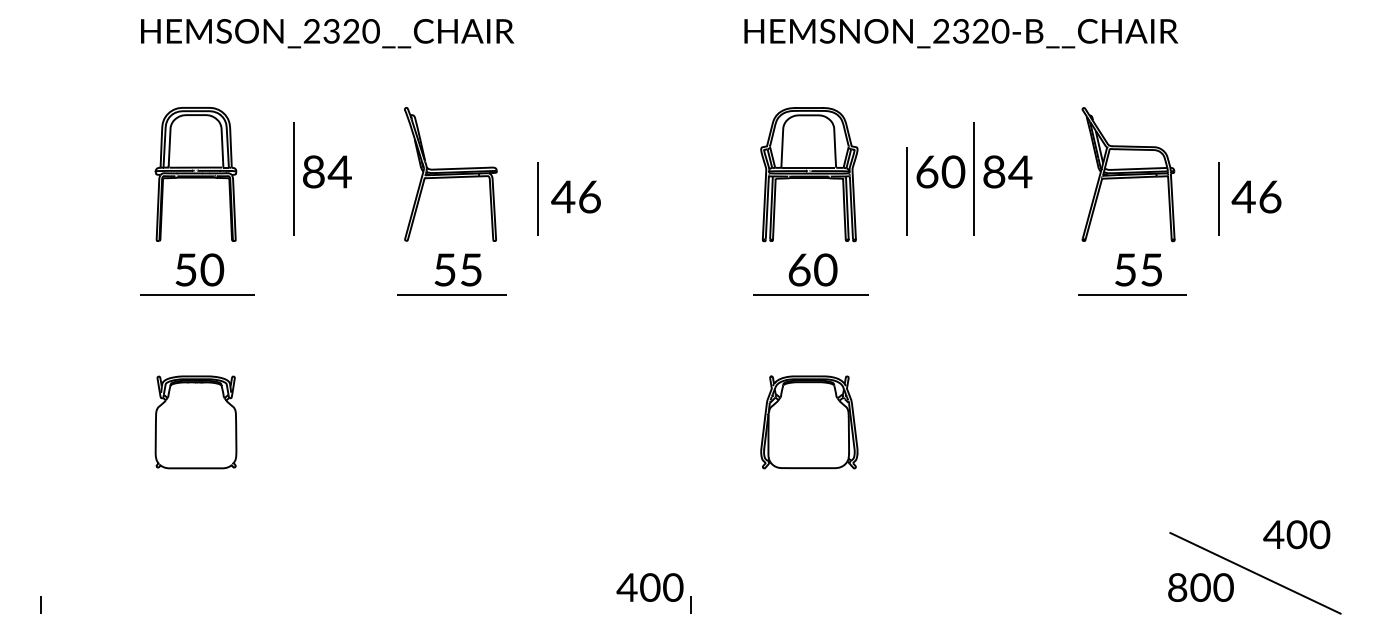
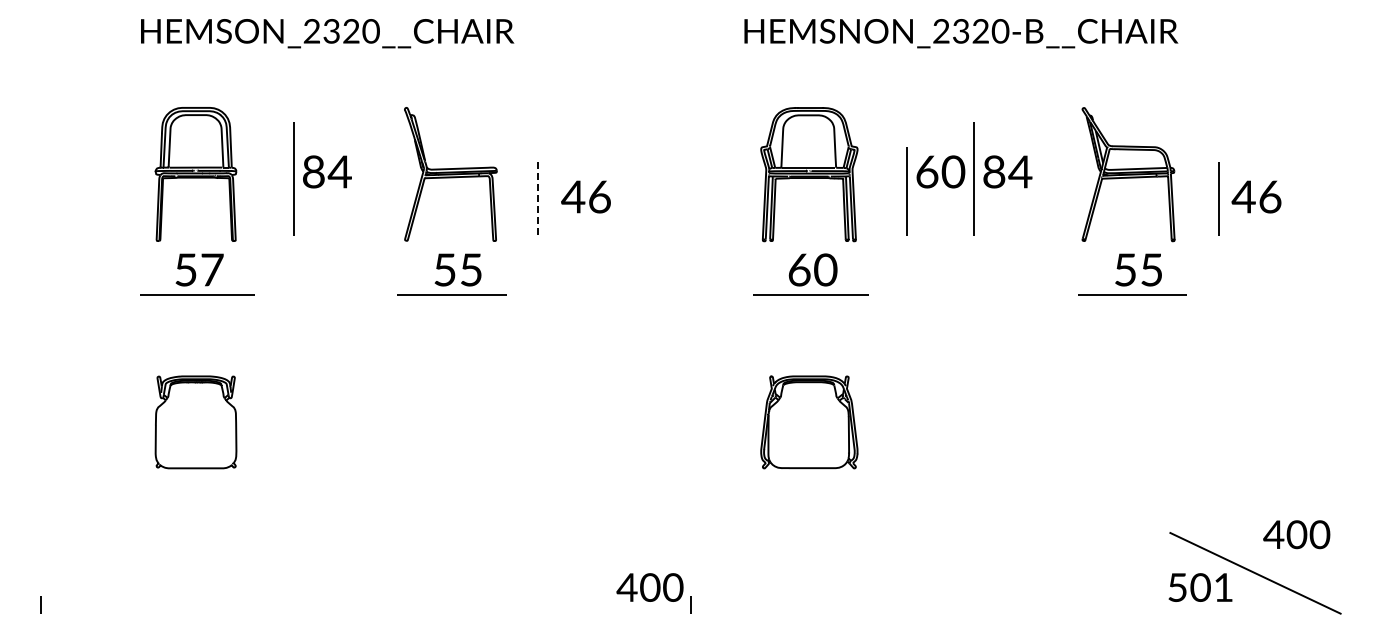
text at (575, 196) position: (575, 196) -> (585, 196)
line at (538, 199): solid -> dashed
text at (212, 269): 50 -> 57
text at (1200, 587): 800 -> 501
